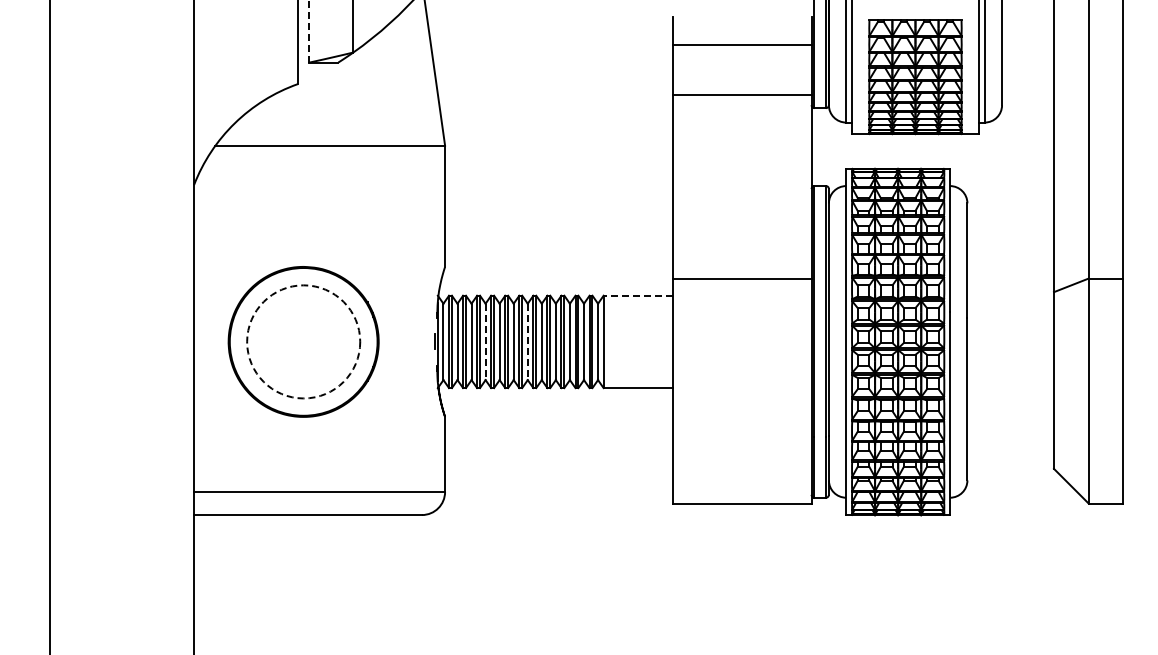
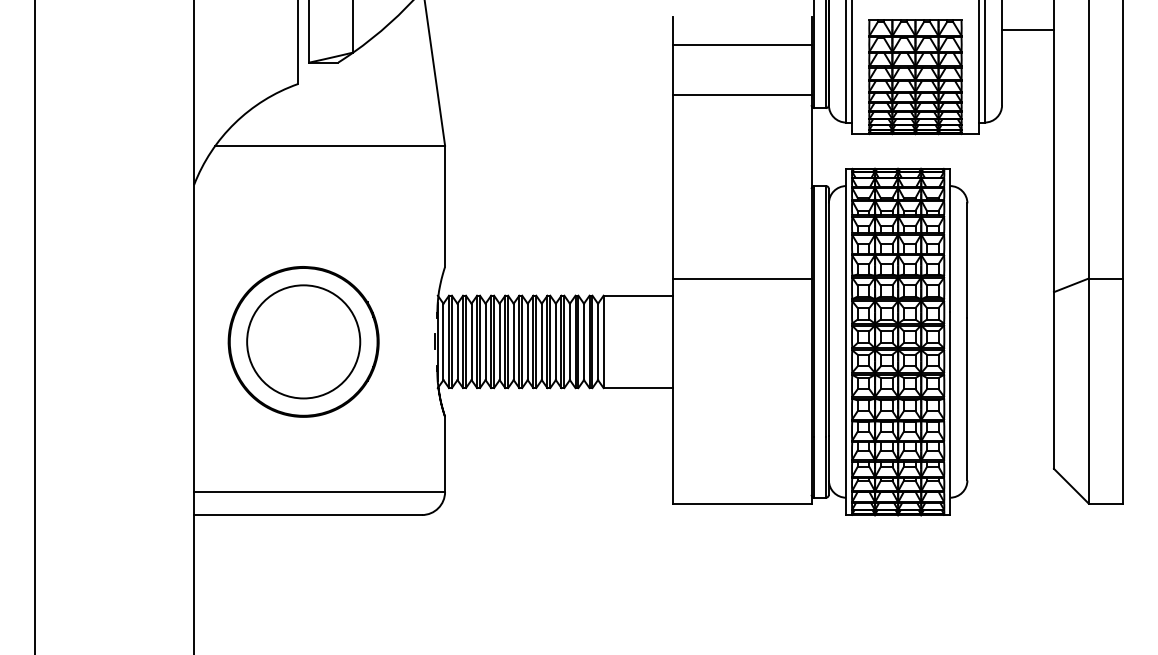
line at (1028, 30): none -> present
line at (309, 31): dashed -> solid
line at (638, 295): dashed -> solid
line at (49, 326) position: (49, 326) -> (34, 326)
circle at (303, 341): dashed -> solid
line at (485, 342): dashed -> solid
line at (527, 342): dashed -> solid
